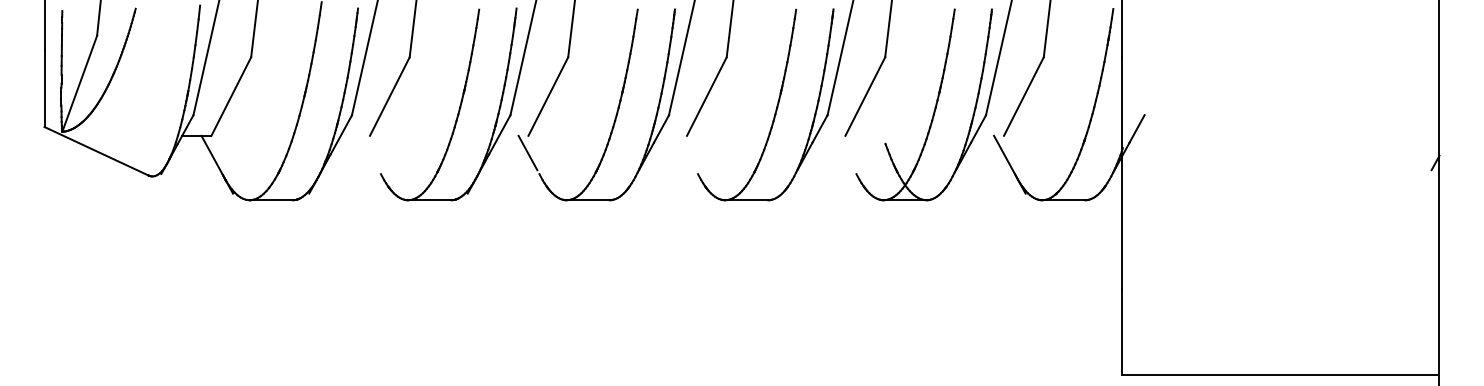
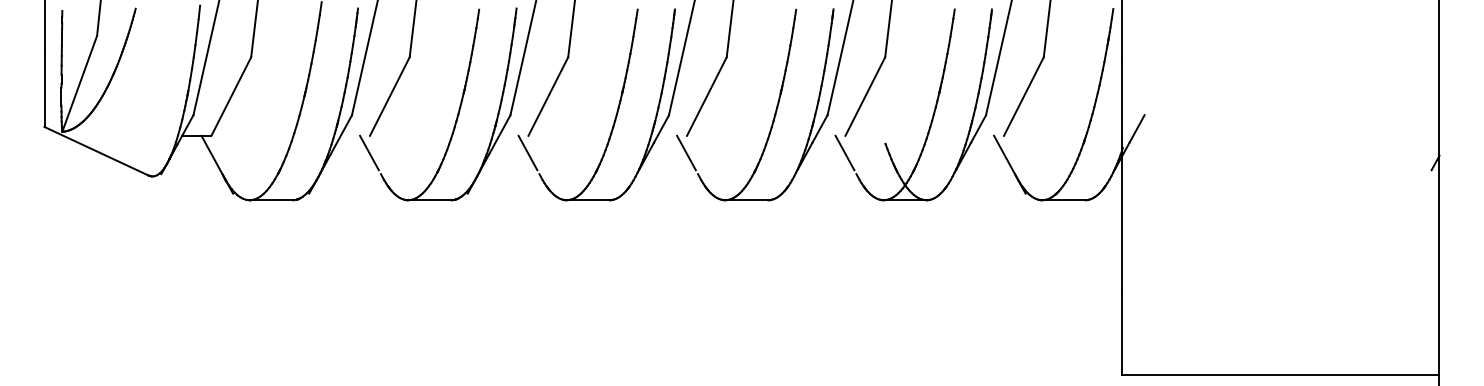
line at (369, 152): none -> present
line at (686, 152): none -> present
line at (844, 152): none -> present
